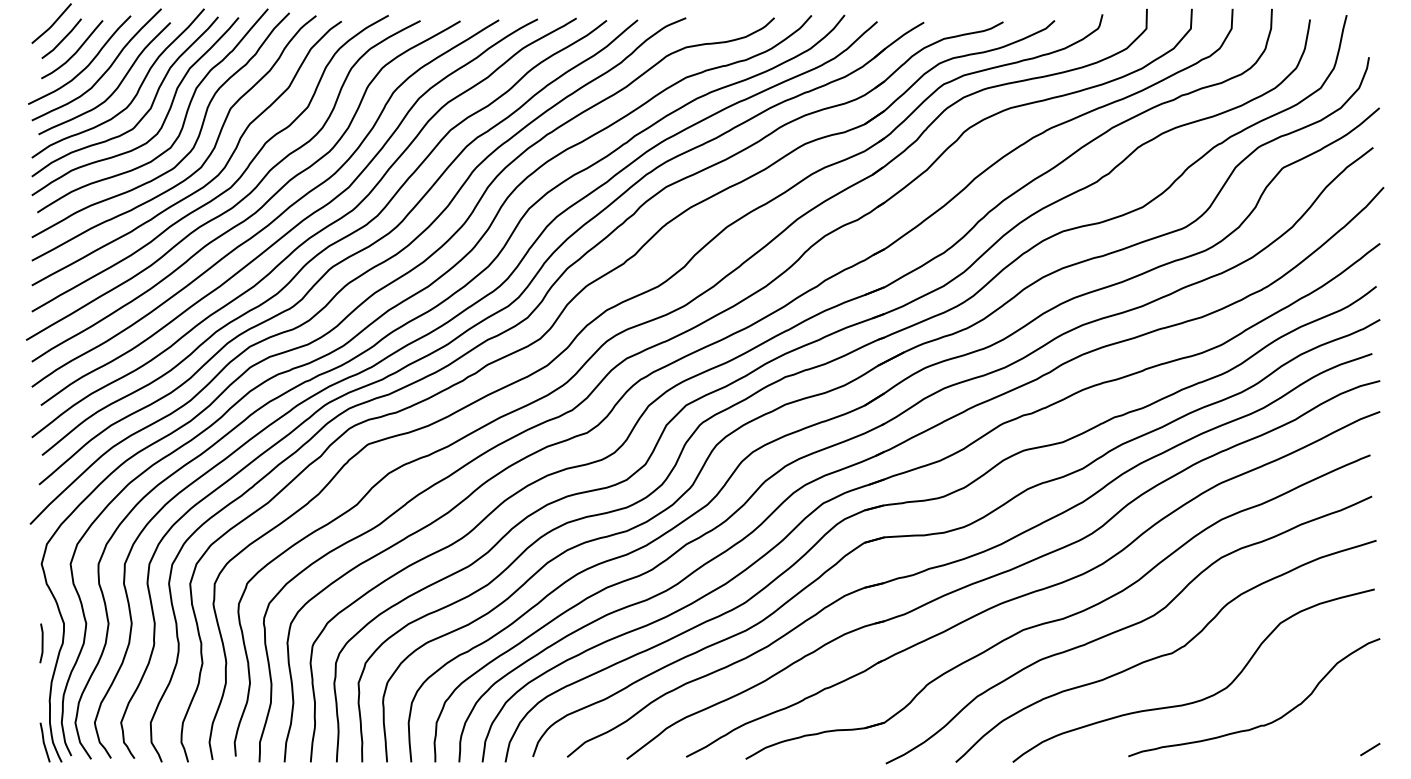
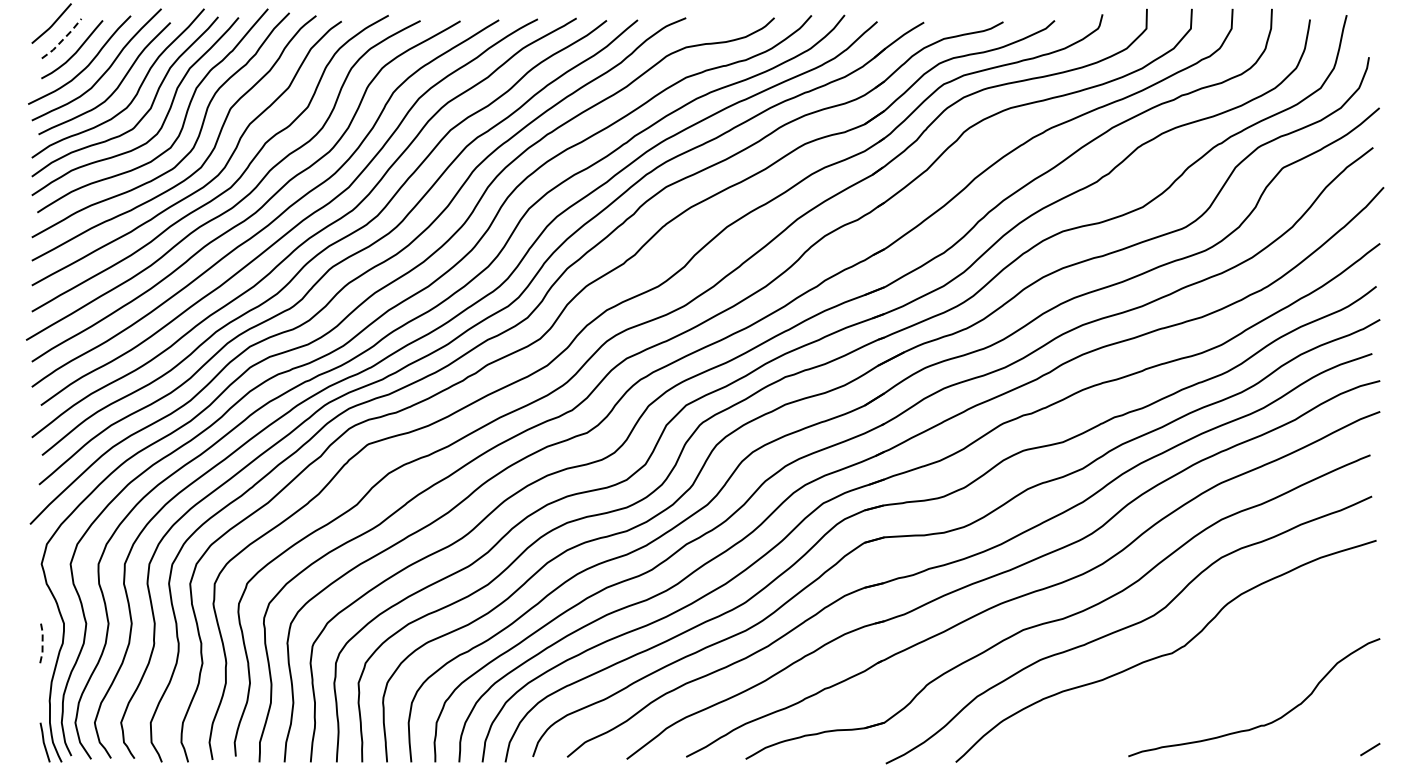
line at (62, 40): solid -> dashed
line at (42, 643): solid -> dashed
curve at (1202, 698): present -> none
